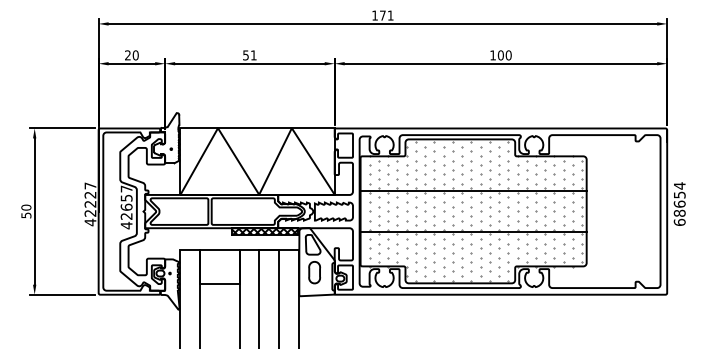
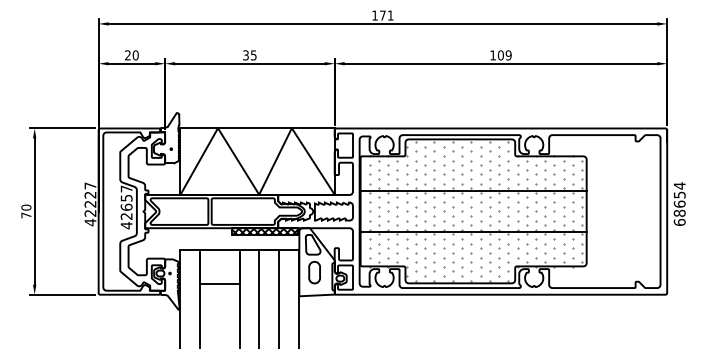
text at (249, 55): 51 -> 35
text at (508, 55): 100 -> 109
text at (26, 215): 50 -> 70
